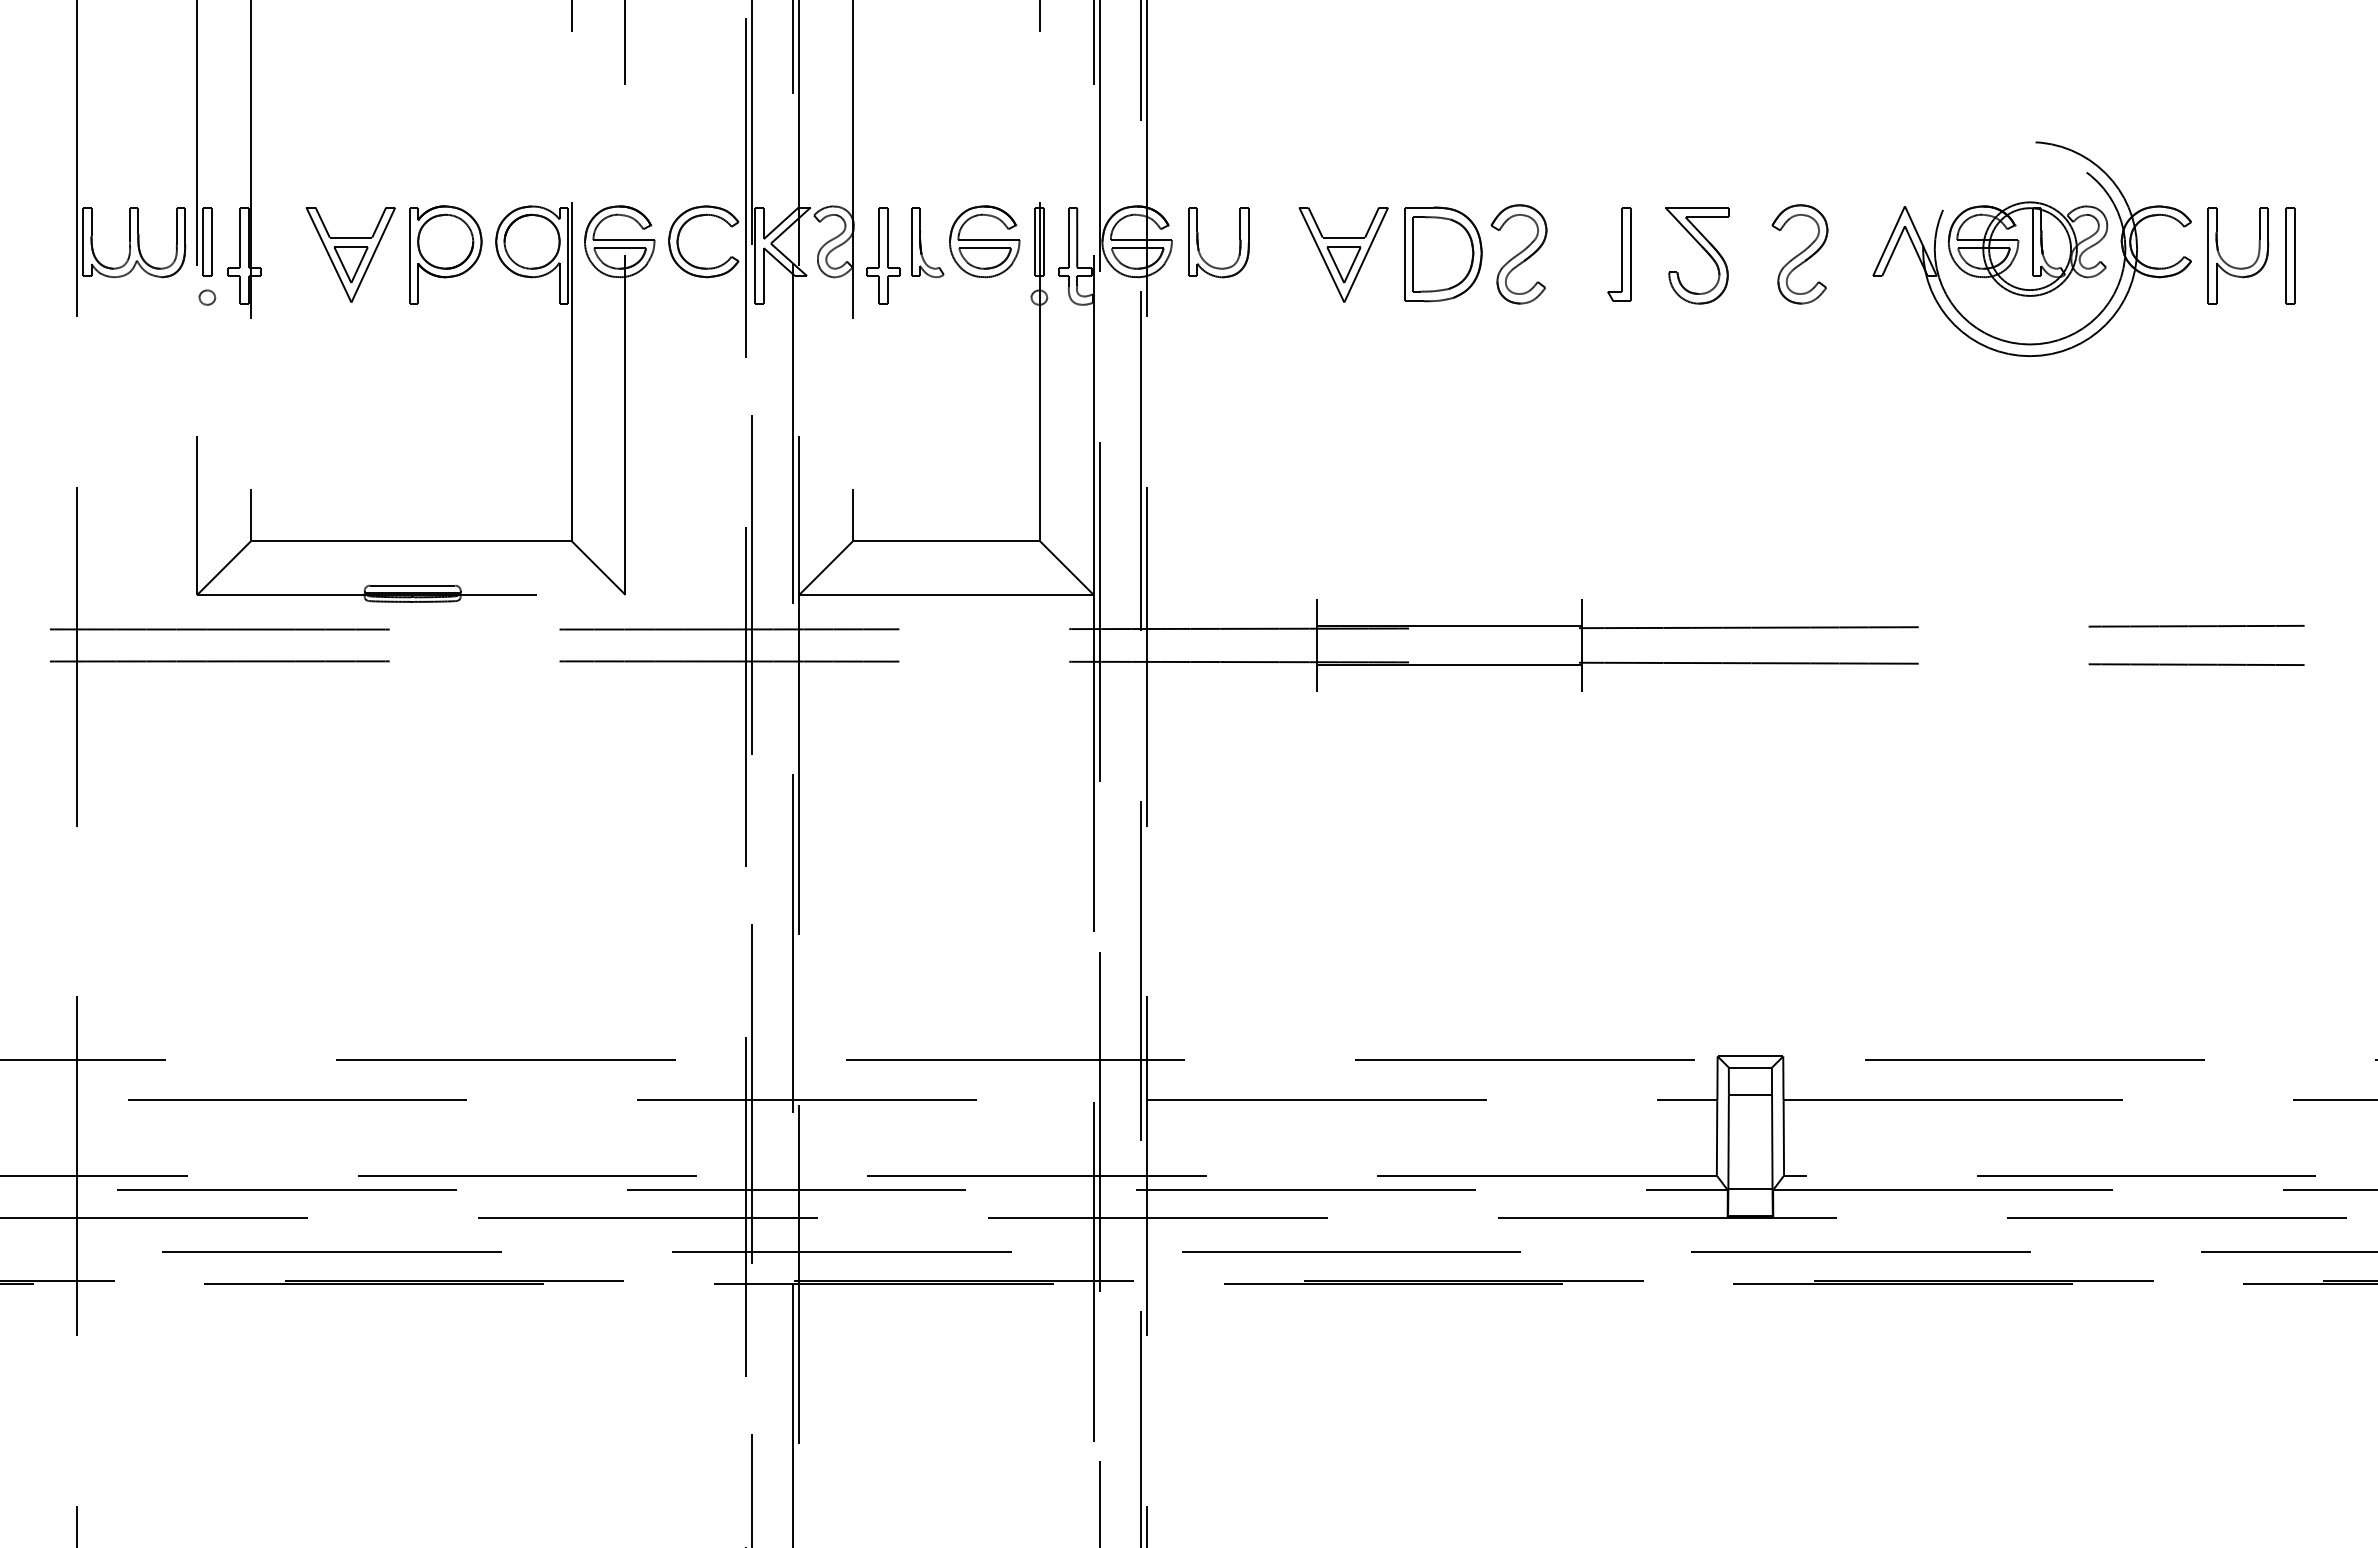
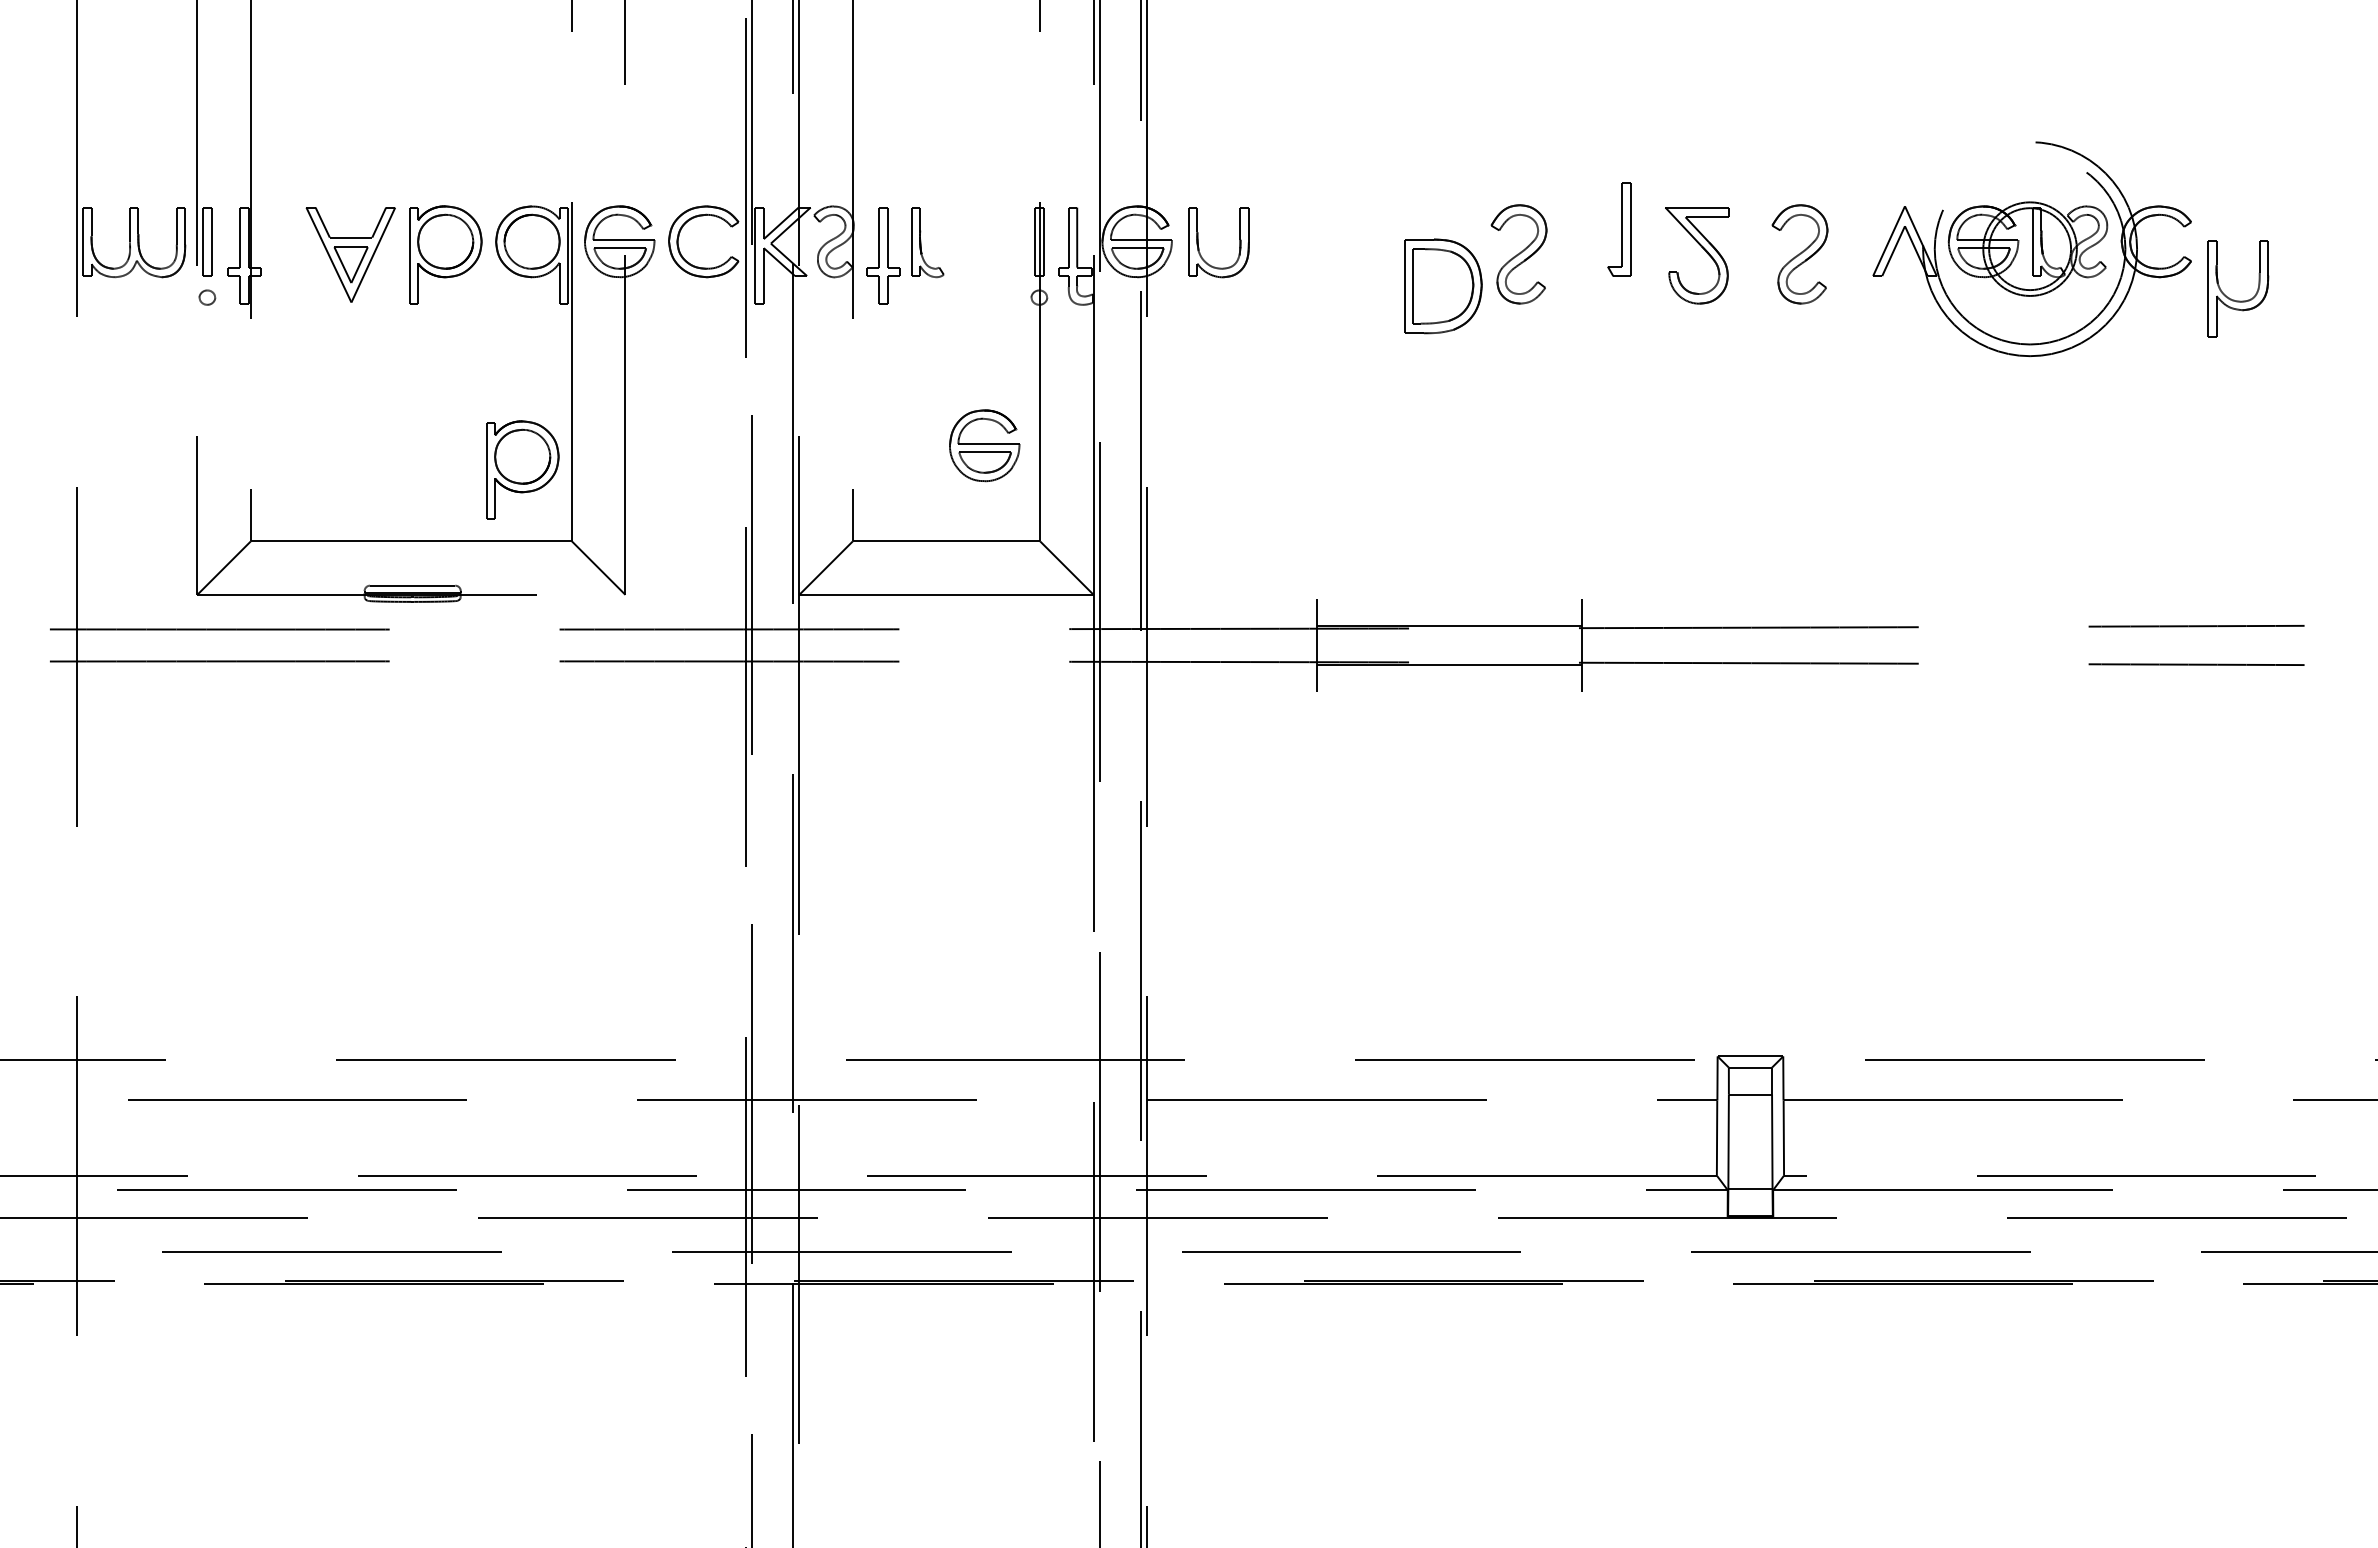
part at (984, 241) position: (984, 241) -> (984, 445)
part at (1343, 254): present -> none
part at (1443, 254) position: (1443, 254) -> (1443, 286)
part at (1619, 254) position: (1619, 254) -> (1619, 229)
part at (2290, 255): present -> none
part at (2234, 266) position: (2234, 266) -> (2234, 299)
part at (522, 469): none -> present
